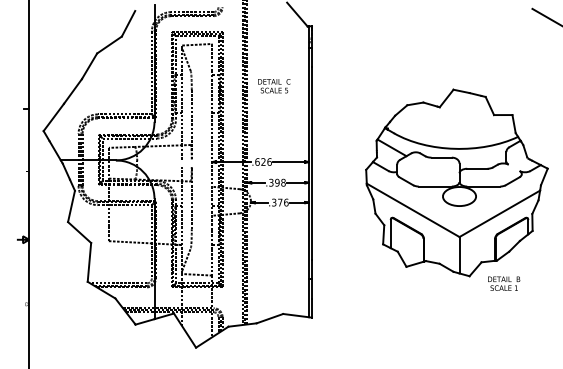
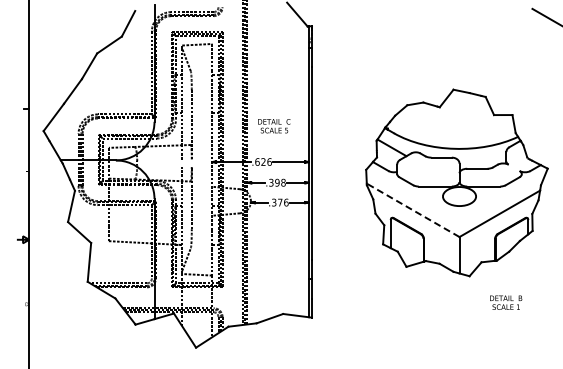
text at (274, 86) position: (274, 86) -> (274, 126)
line at (412, 210): solid -> dashed
text at (504, 283) position: (504, 283) -> (506, 302)
